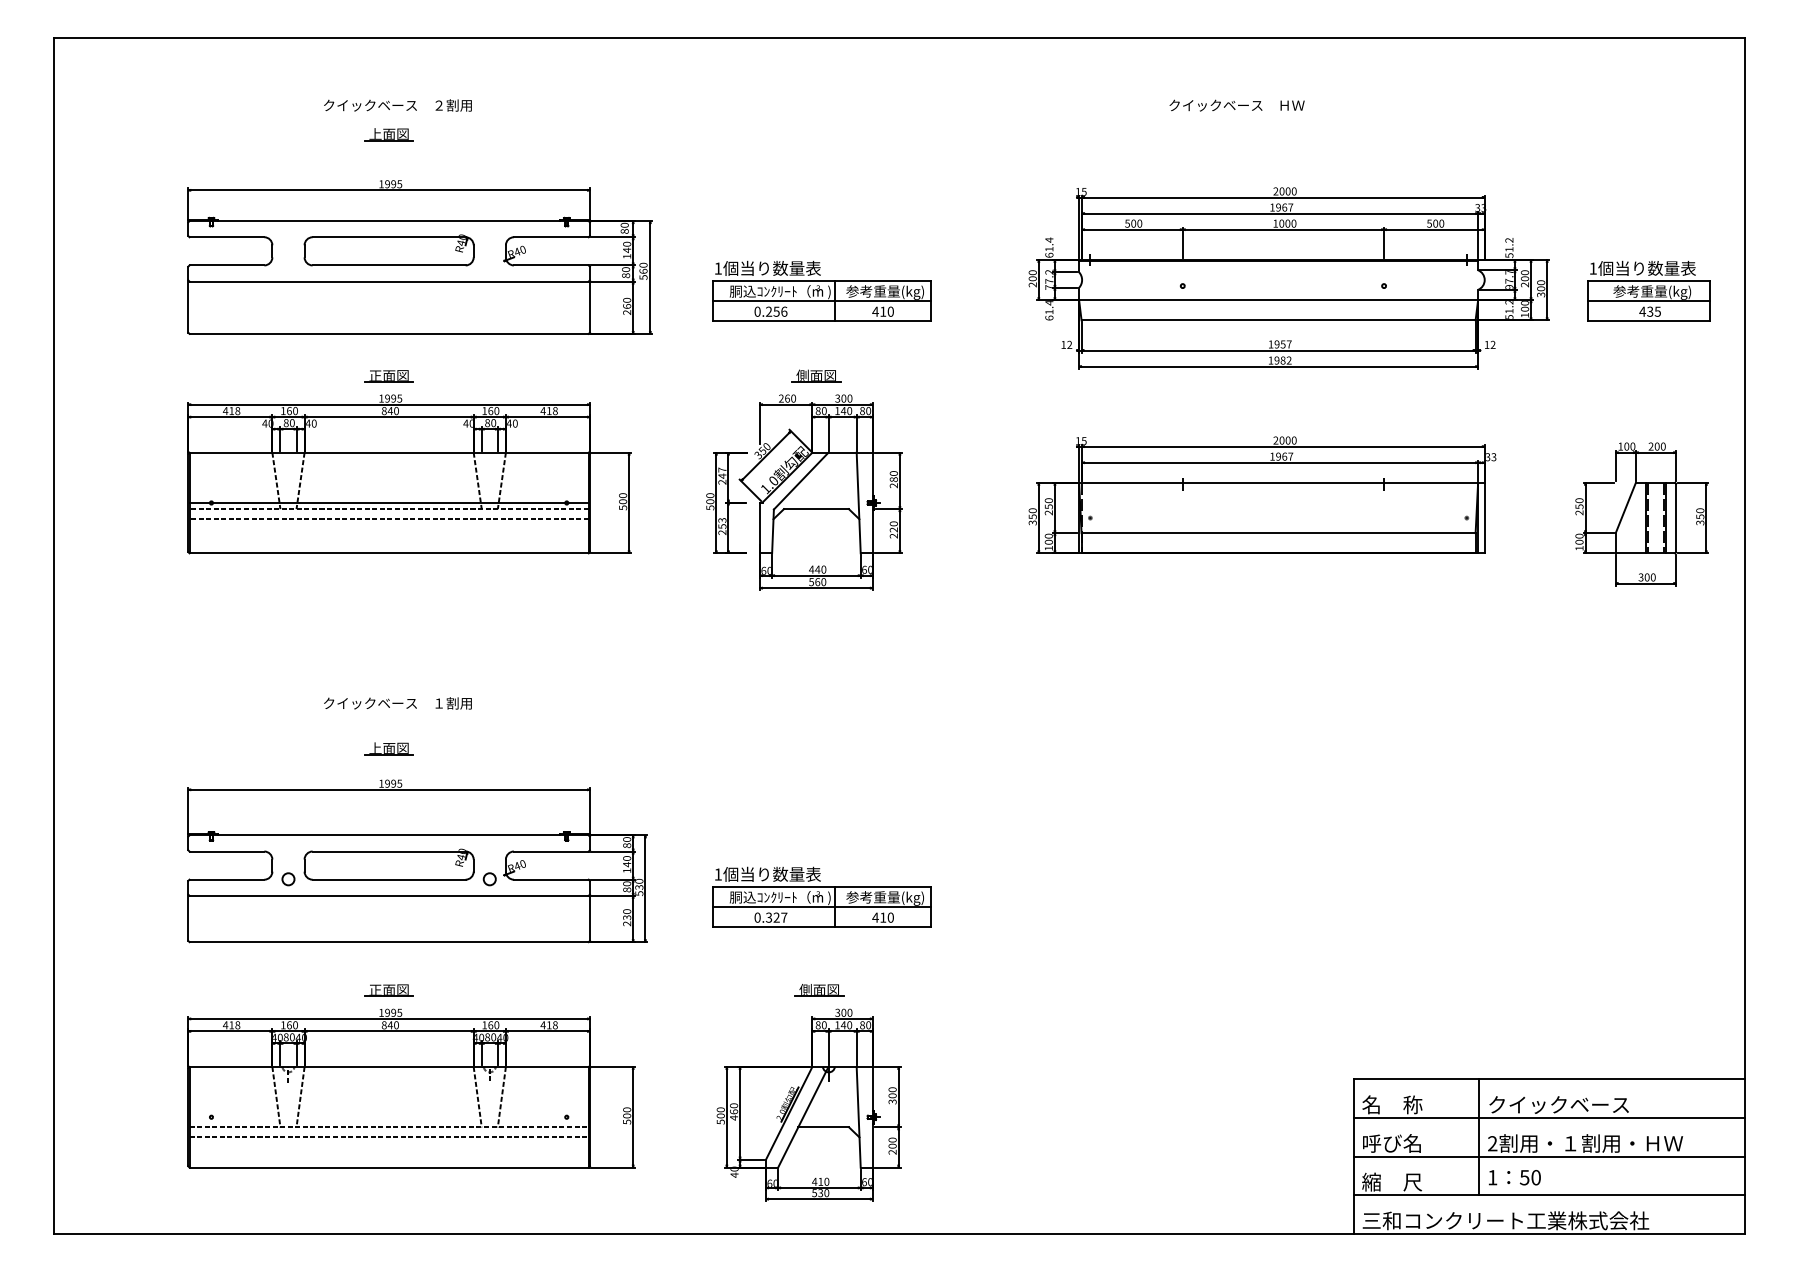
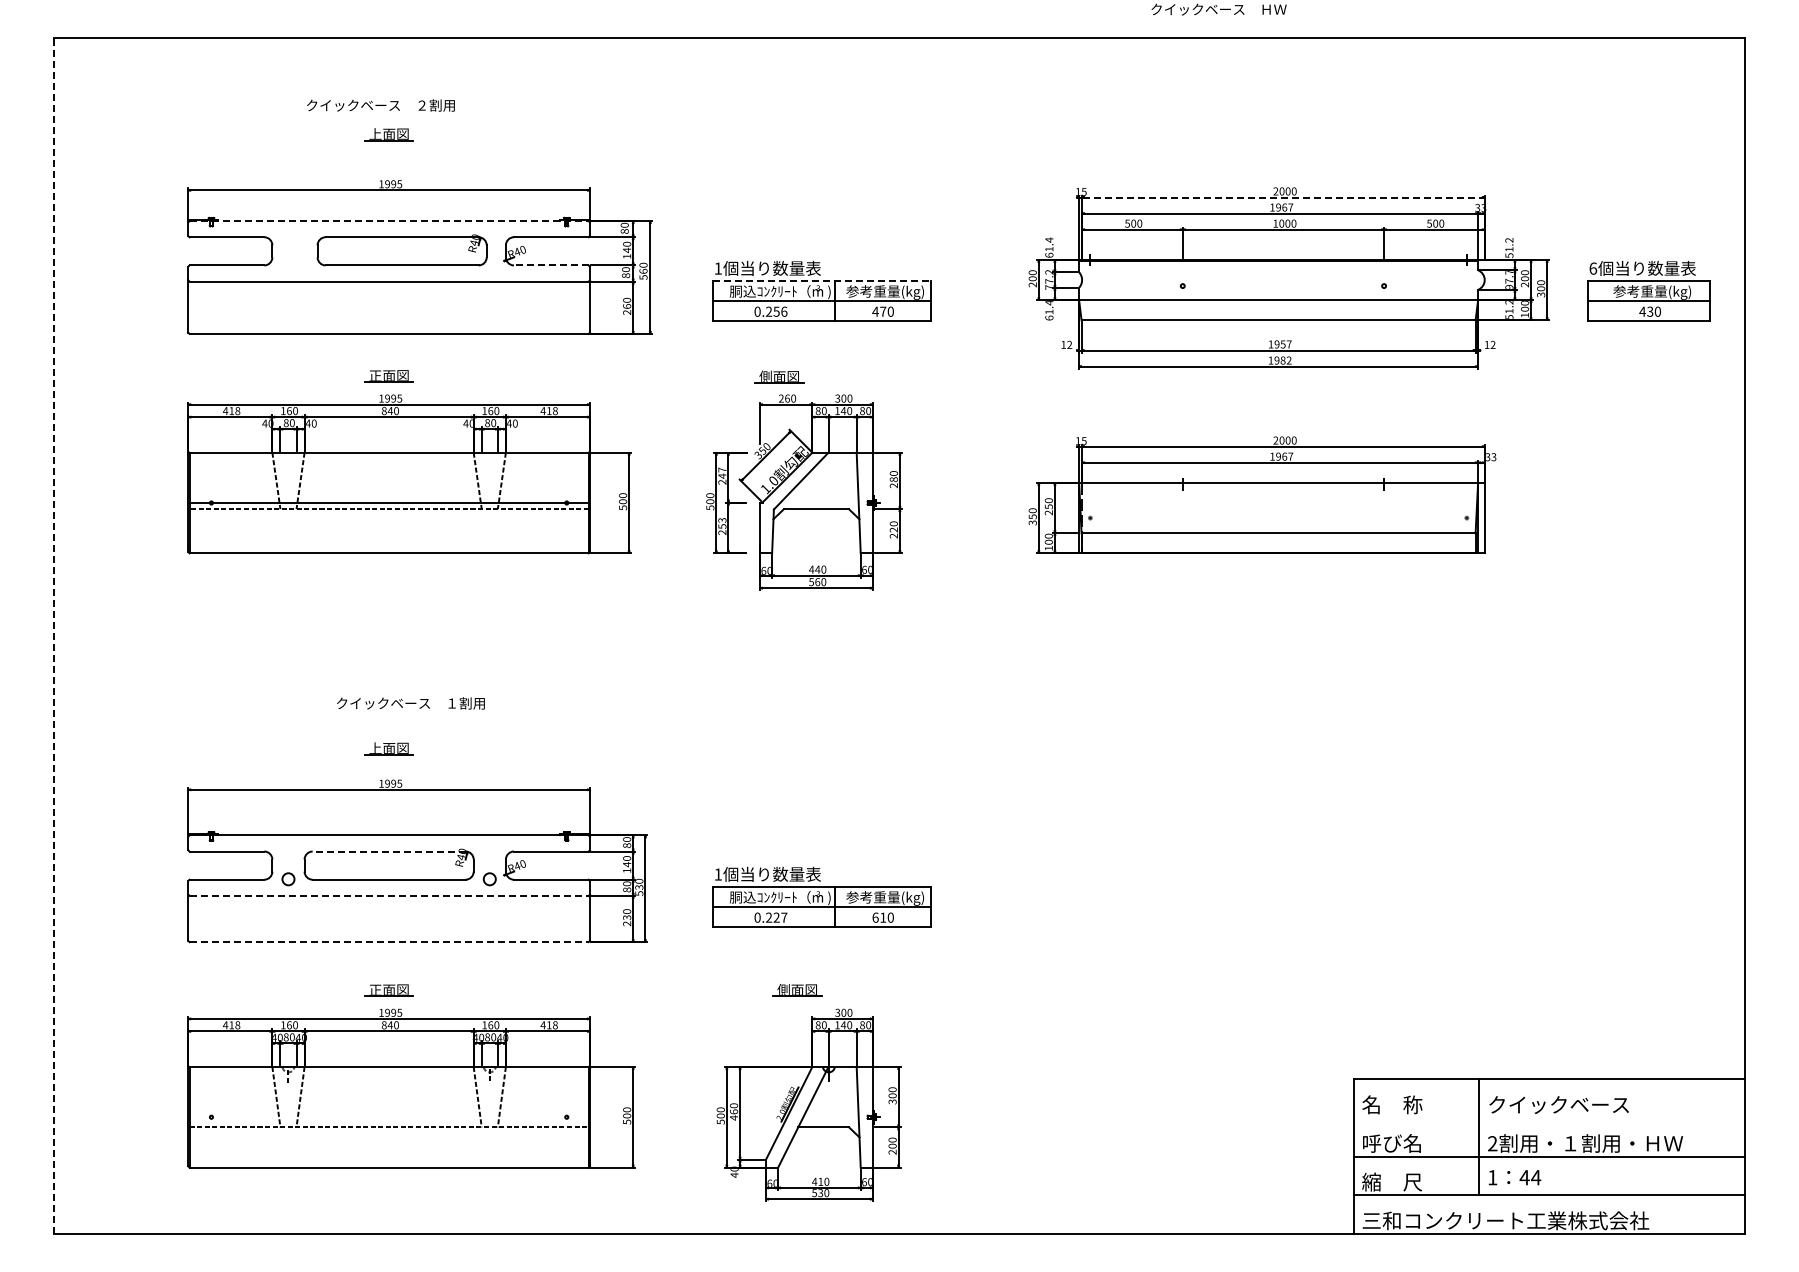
text at (397, 105) position: (397, 105) -> (380, 105)
text at (1236, 105) position: (1236, 105) -> (1218, 9)
line at (1283, 197): solid -> dashed
line at (389, 221): solid -> dashed
part at (388, 250) position: (388, 250) -> (401, 250)
line at (550, 265): solid -> dashed
text at (1593, 268): 1 -> 6
line at (822, 280): solid -> dashed
text at (883, 311): 410 -> 470
text at (1657, 311): 435 -> 430
part at (816, 375) position: (816, 375) -> (779, 376)
part at (1641, 514): present -> none
line at (388, 519): present -> none
line at (53, 635): solid -> dashed
text at (397, 703) position: (397, 703) -> (410, 703)
line at (389, 851): solid -> dashed
line at (389, 895): solid -> dashed
text at (768, 917): 0.327 -> 0.227
text at (875, 917): 410 -> 610
line at (389, 942): solid -> dashed
part at (819, 990) position: (819, 990) -> (797, 990)
line at (1549, 1117): present -> none
line at (388, 1137): present -> none
text at (1530, 1177): 50 -> 44
